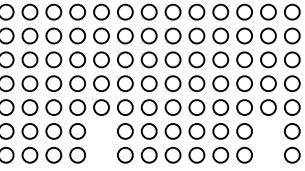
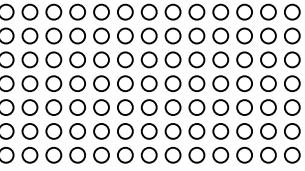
part at (101, 143): none -> present
part at (268, 143): none -> present
